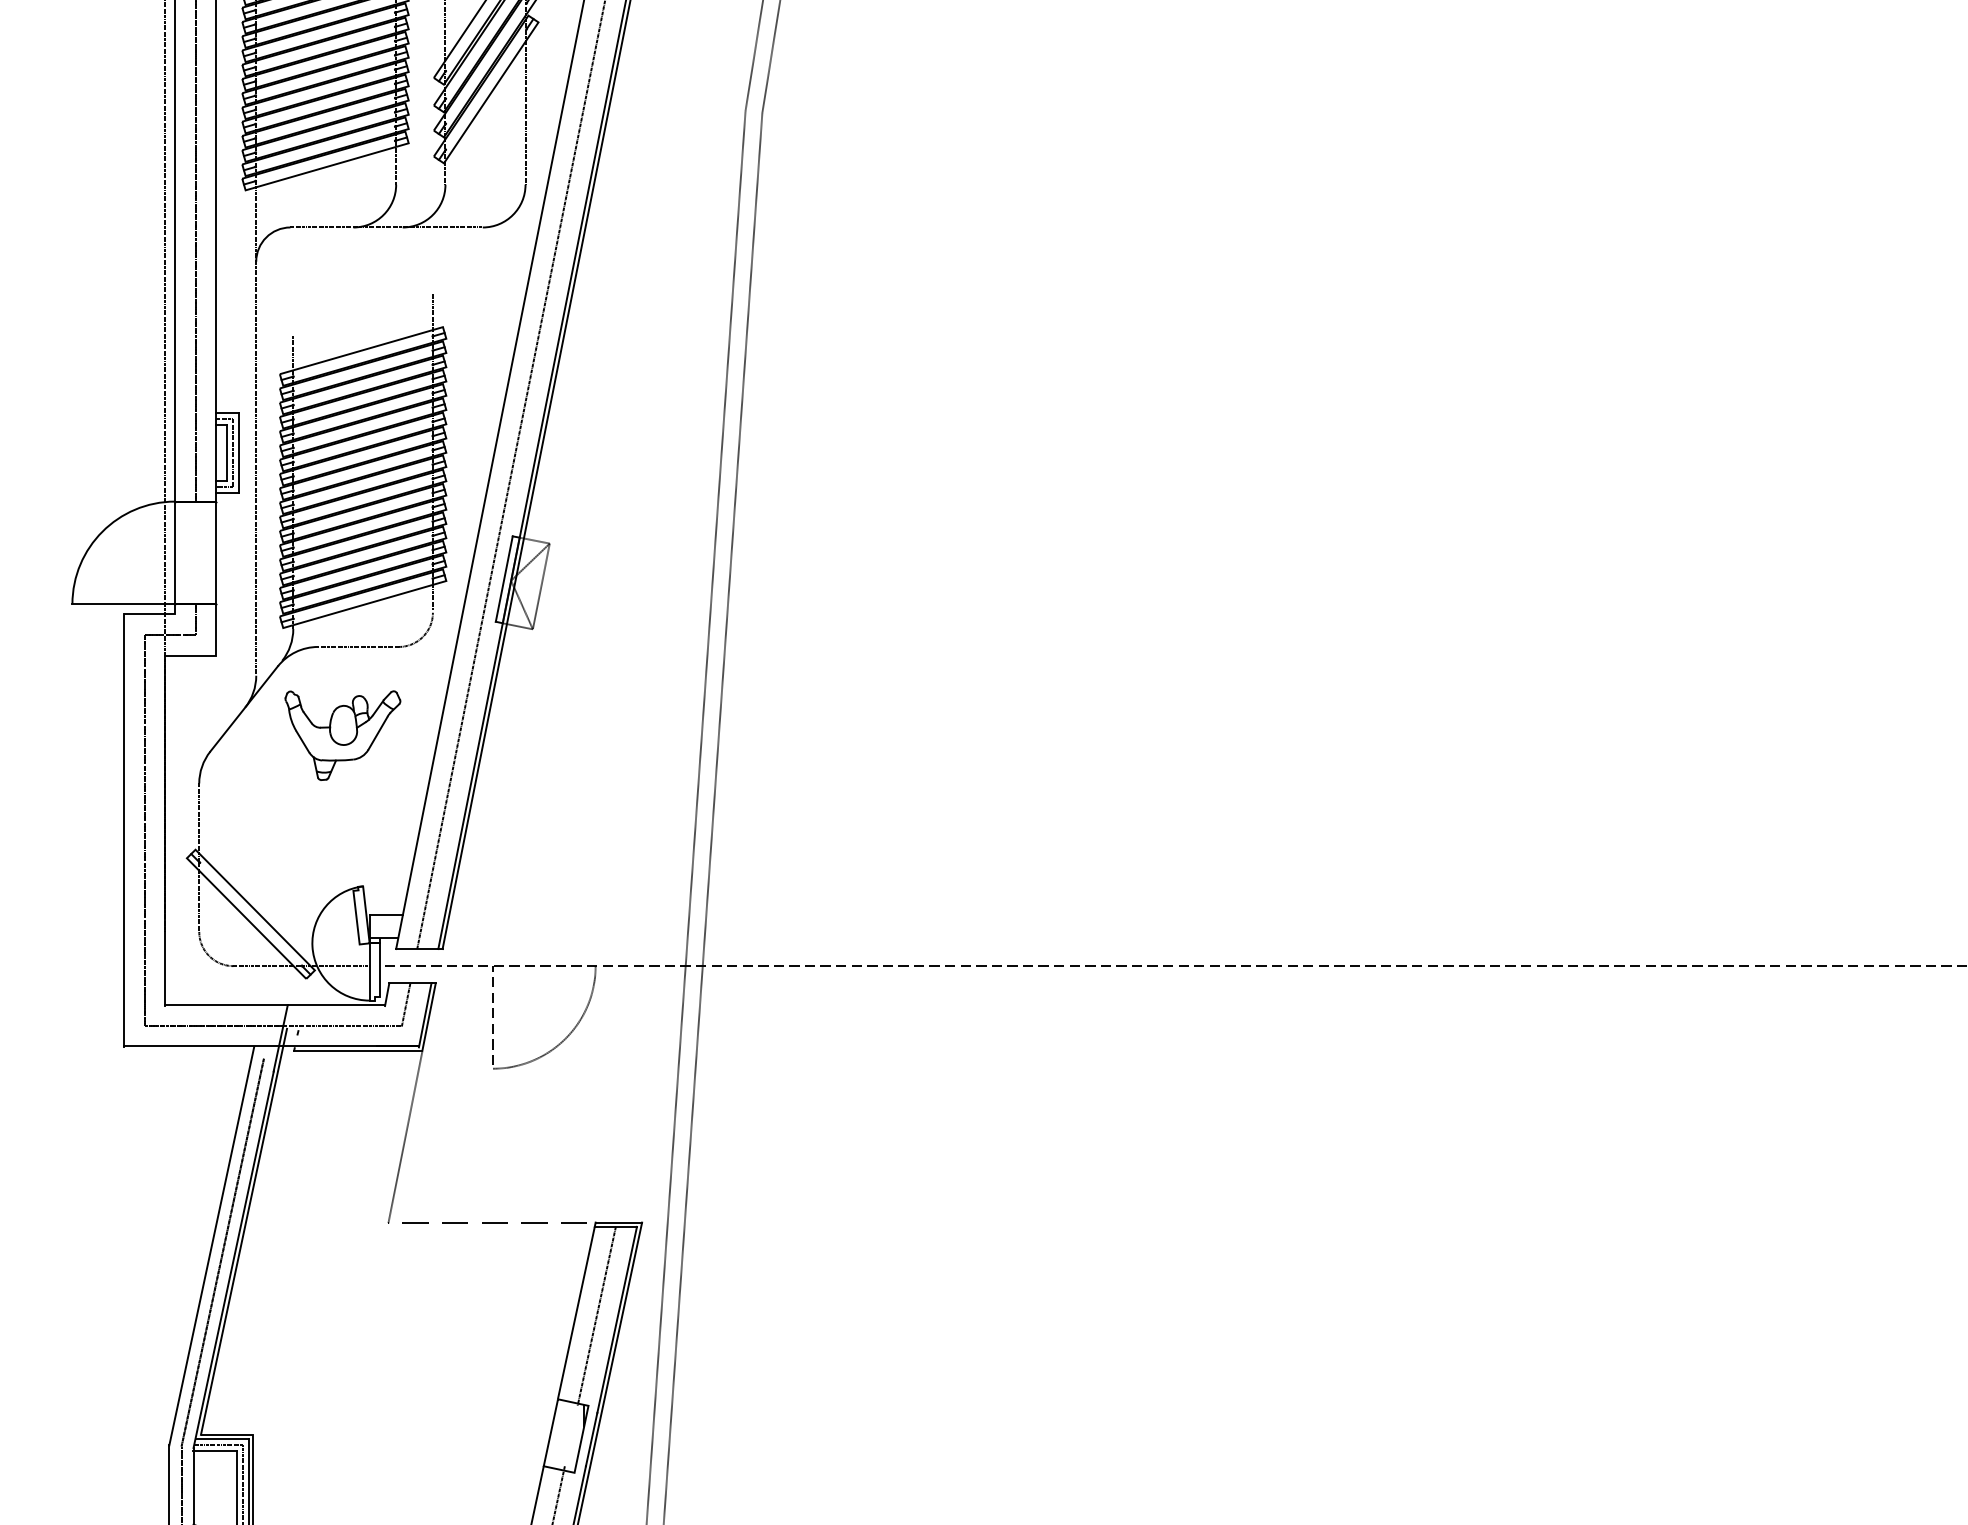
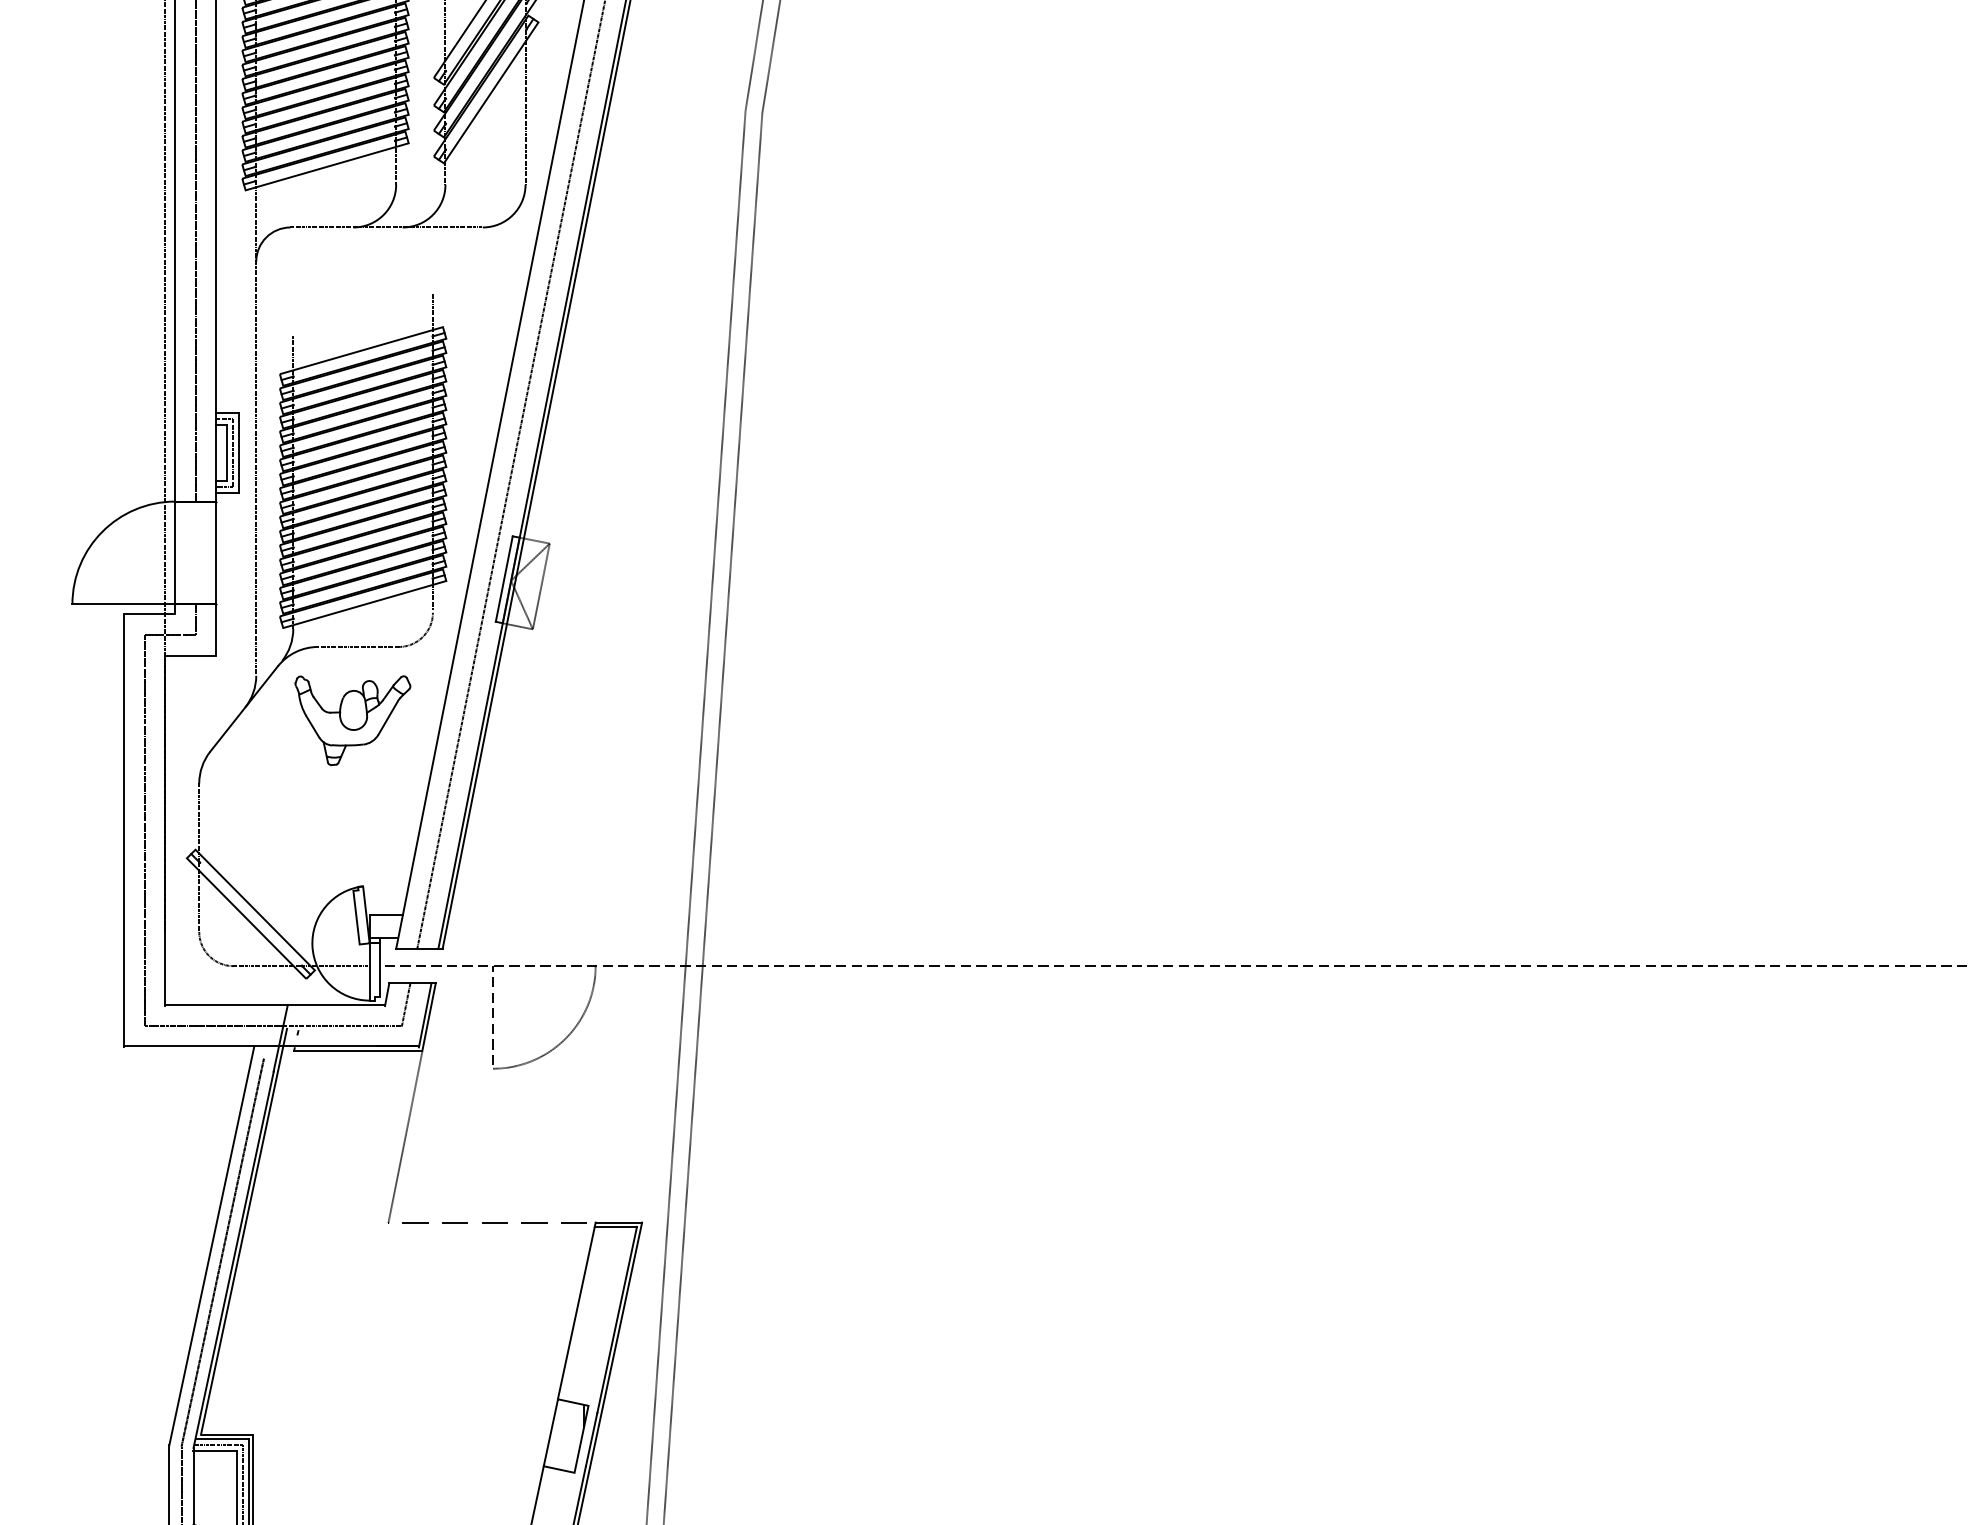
part at (342, 735) position: (342, 735) -> (352, 720)
line at (596, 1315): present -> none
line at (558, 1493): present -> none
